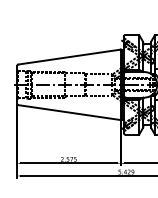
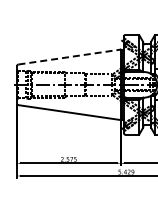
line at (69, 57): solid -> dashed
